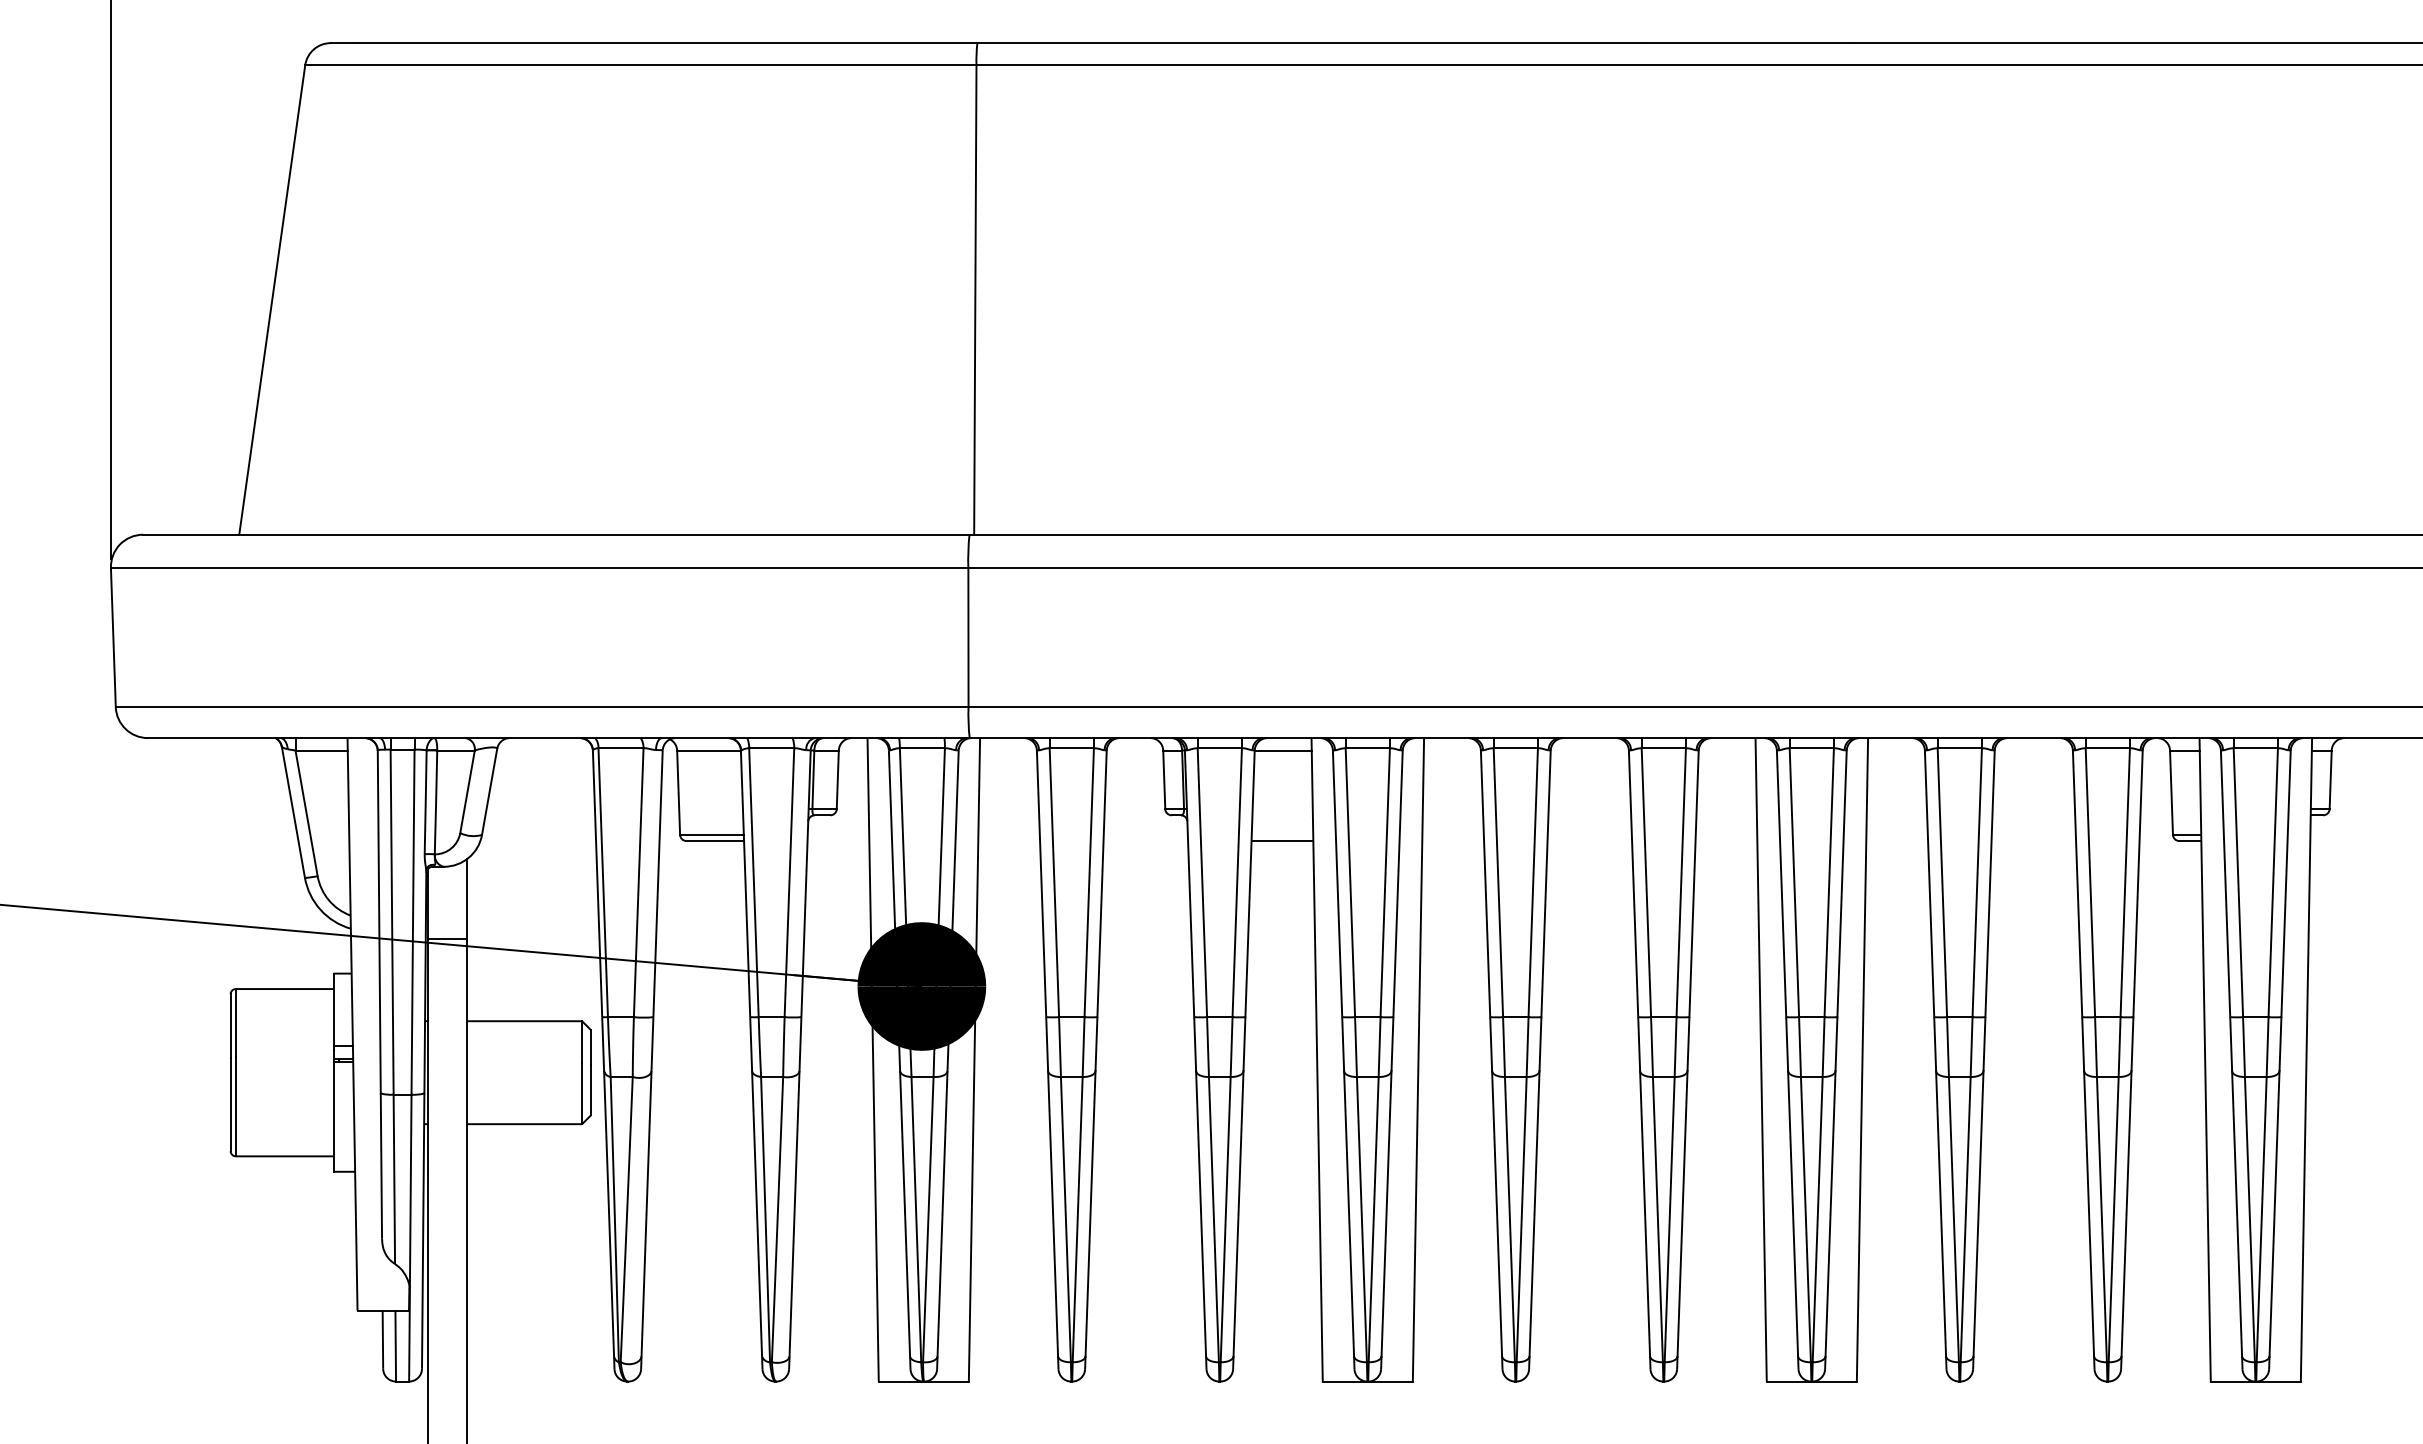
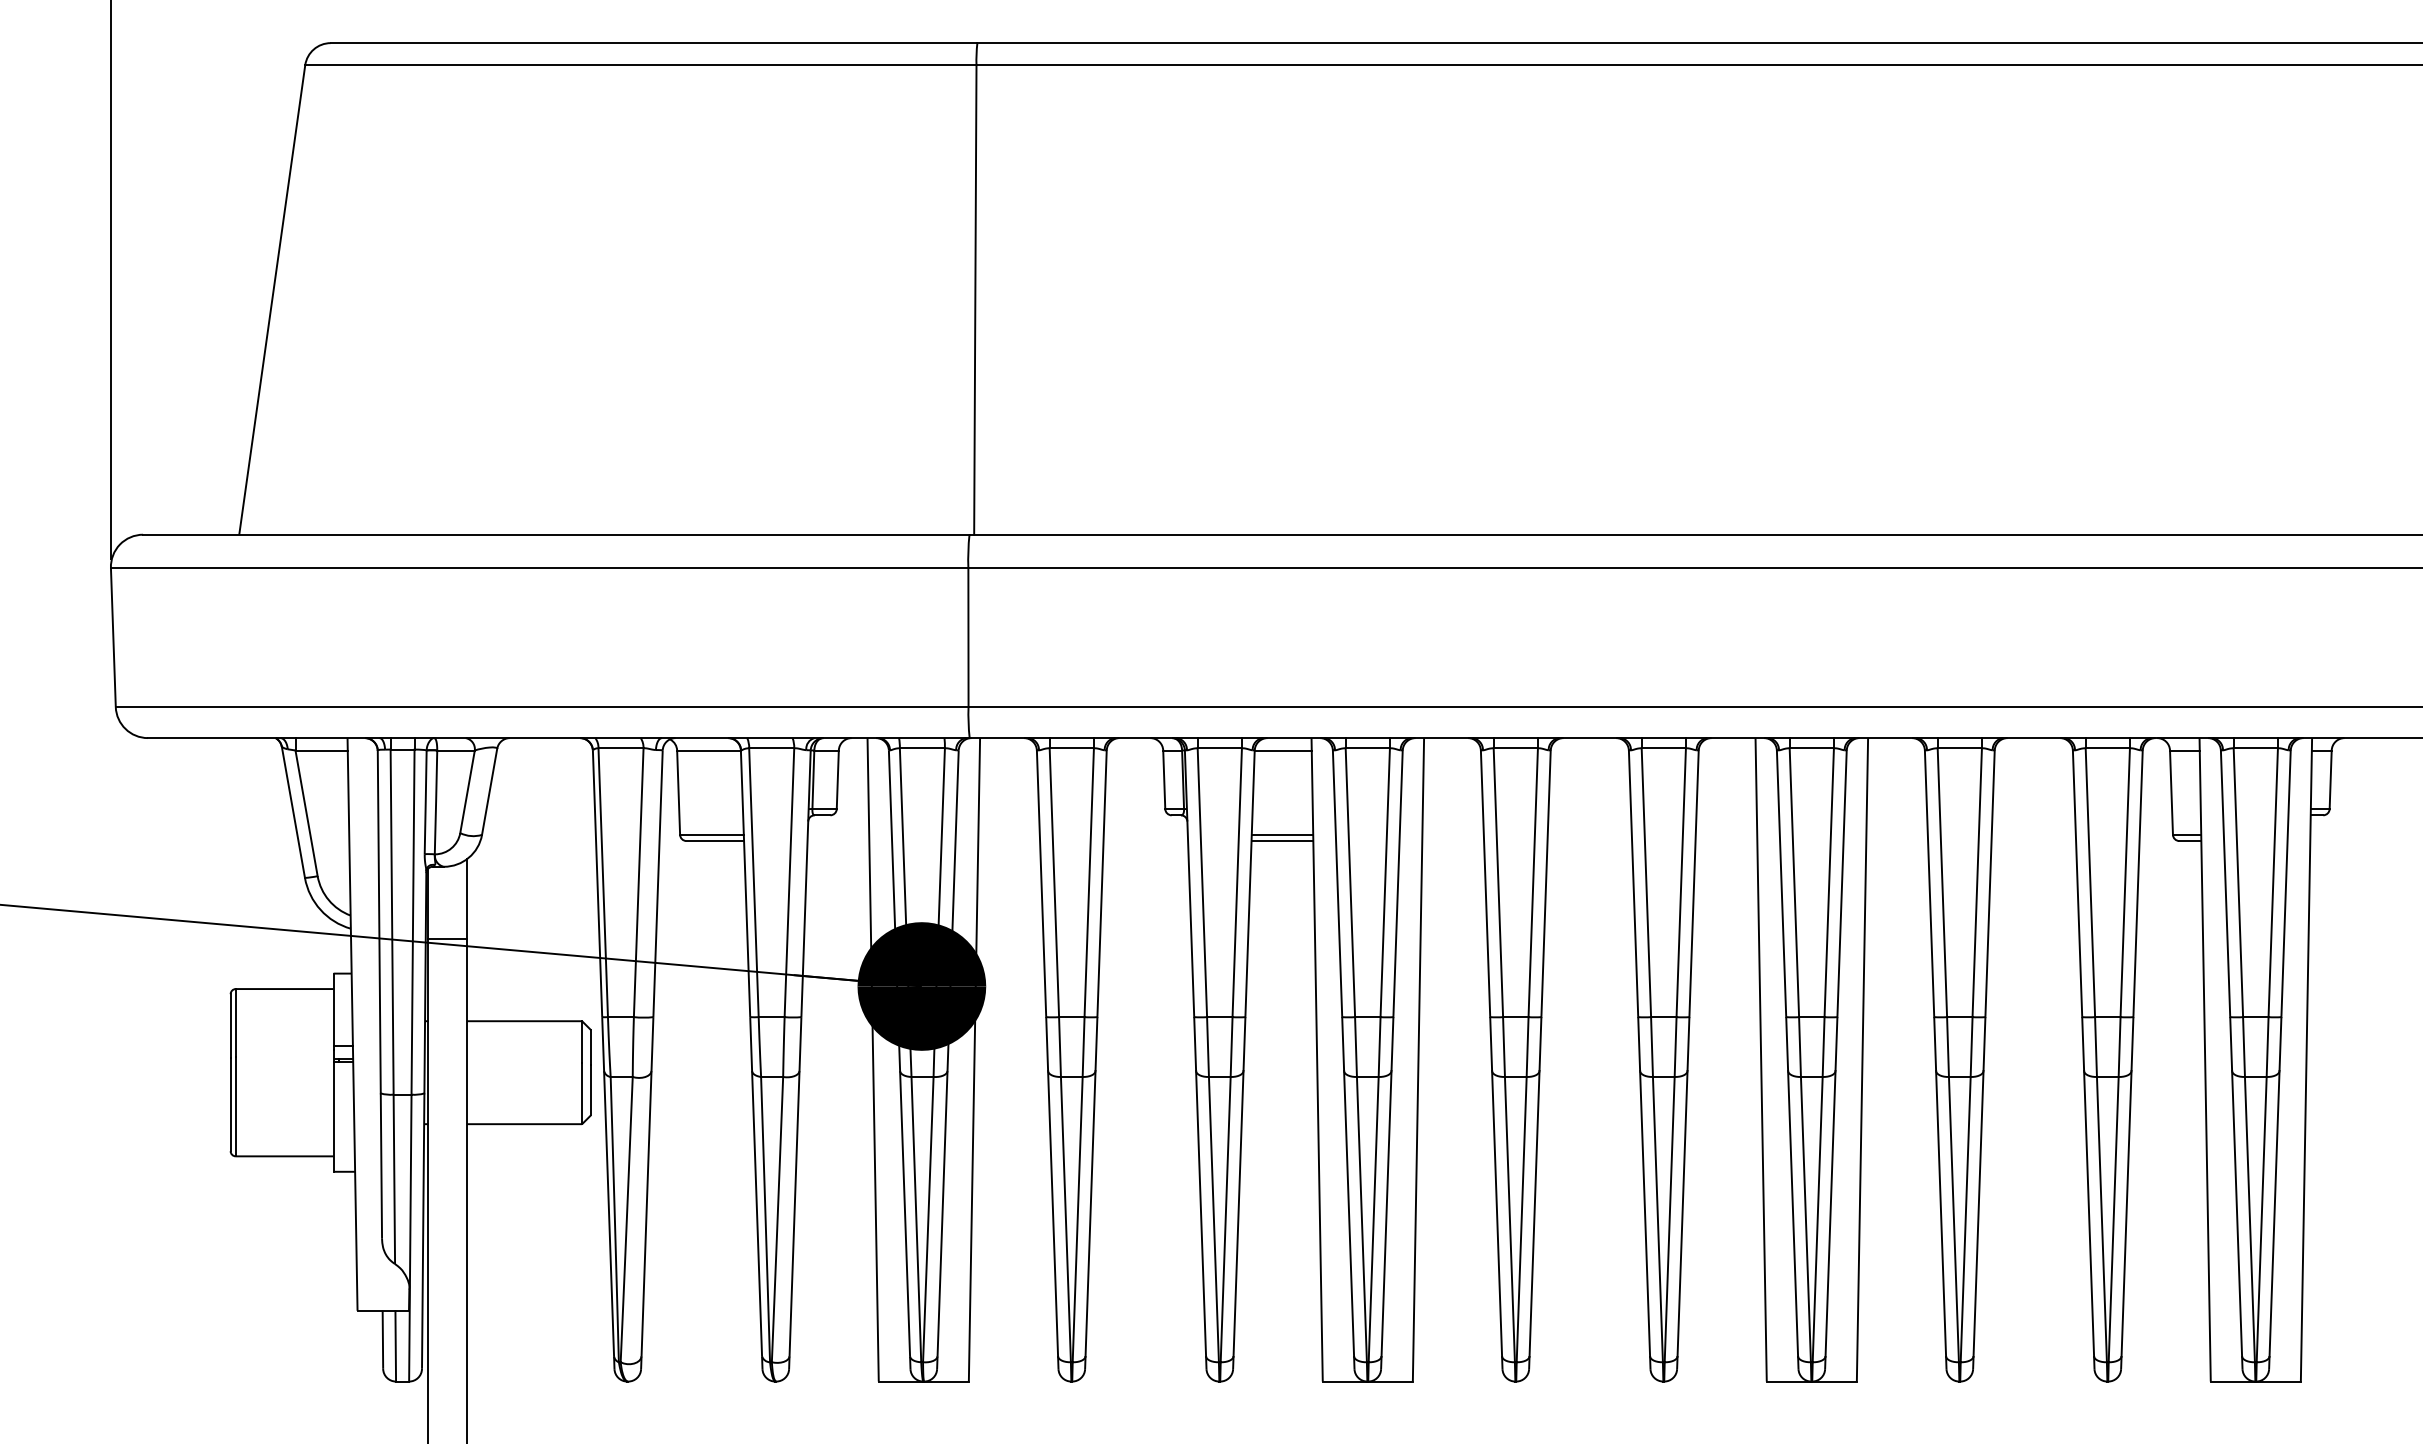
line at (1282, 834): none -> present
